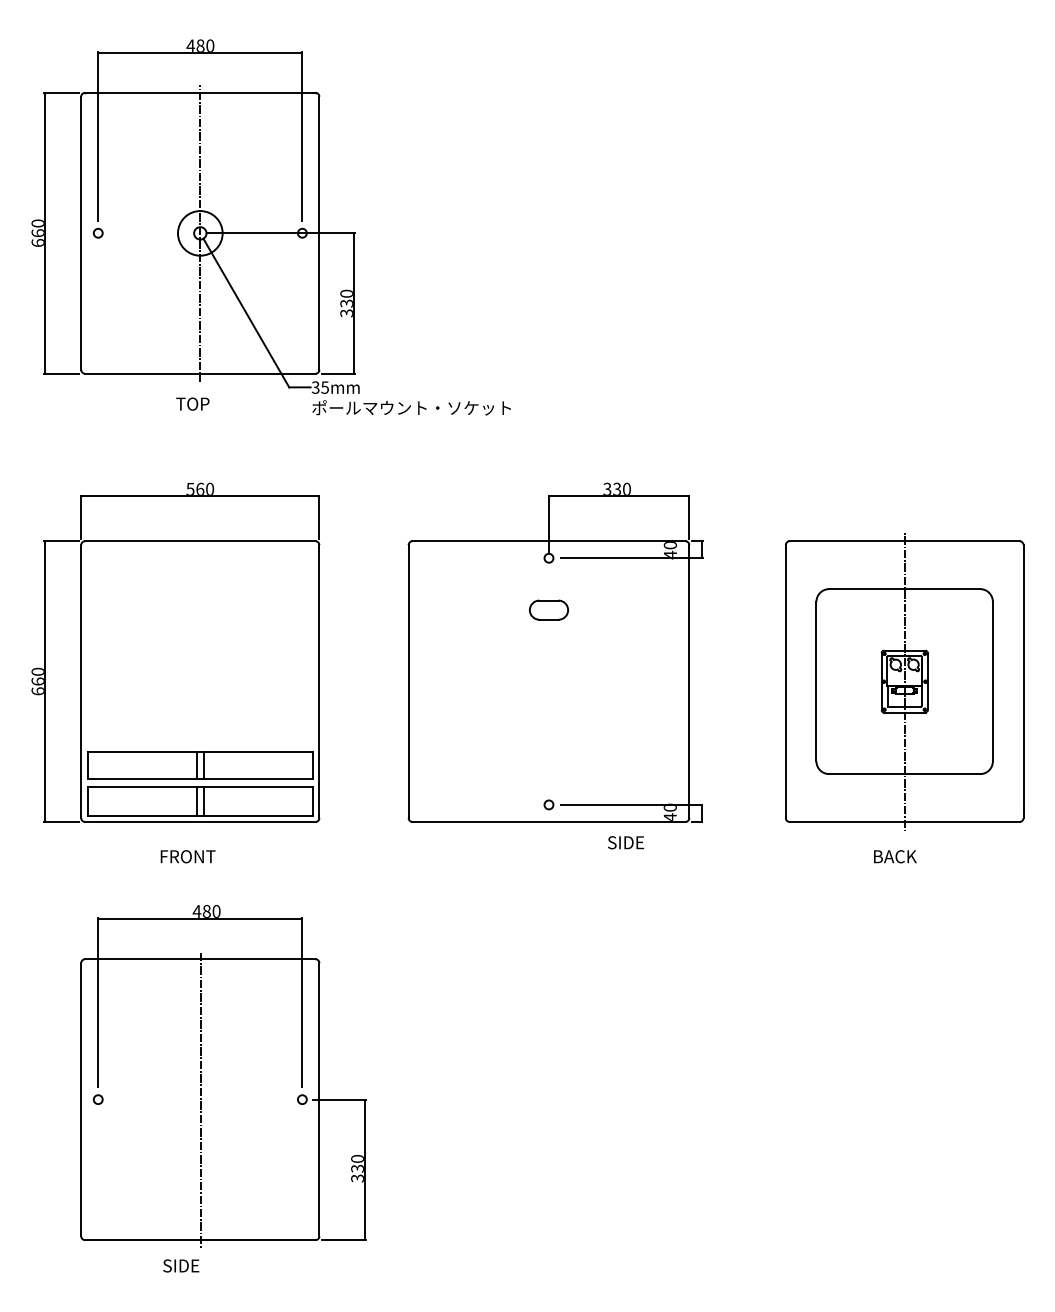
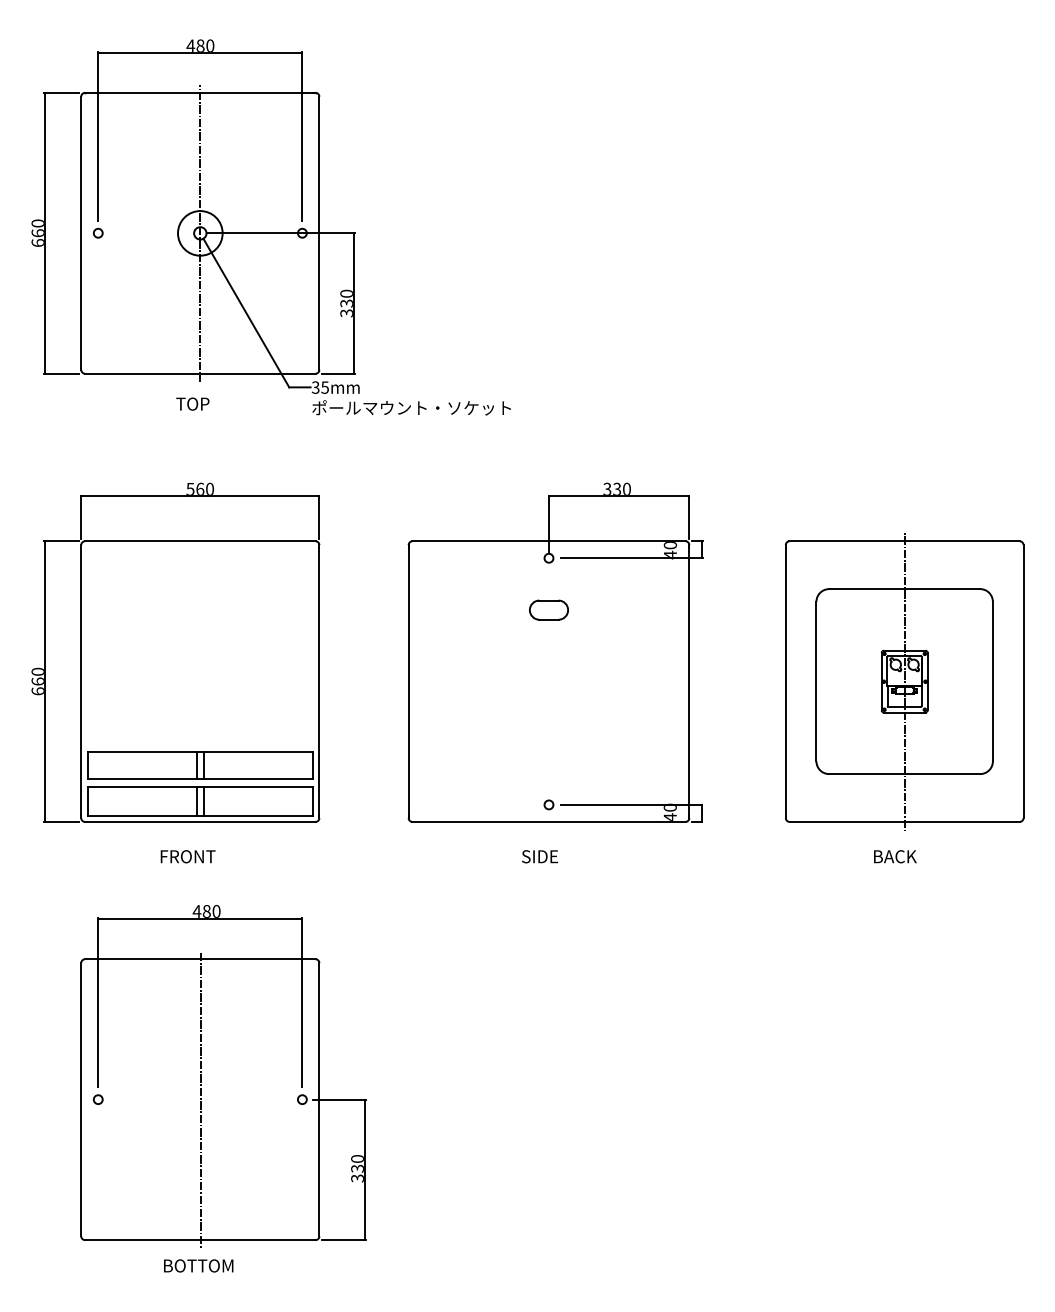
text at (625, 842) position: (625, 842) -> (539, 856)
text at (198, 1265): SIDE -> BOTTOM
